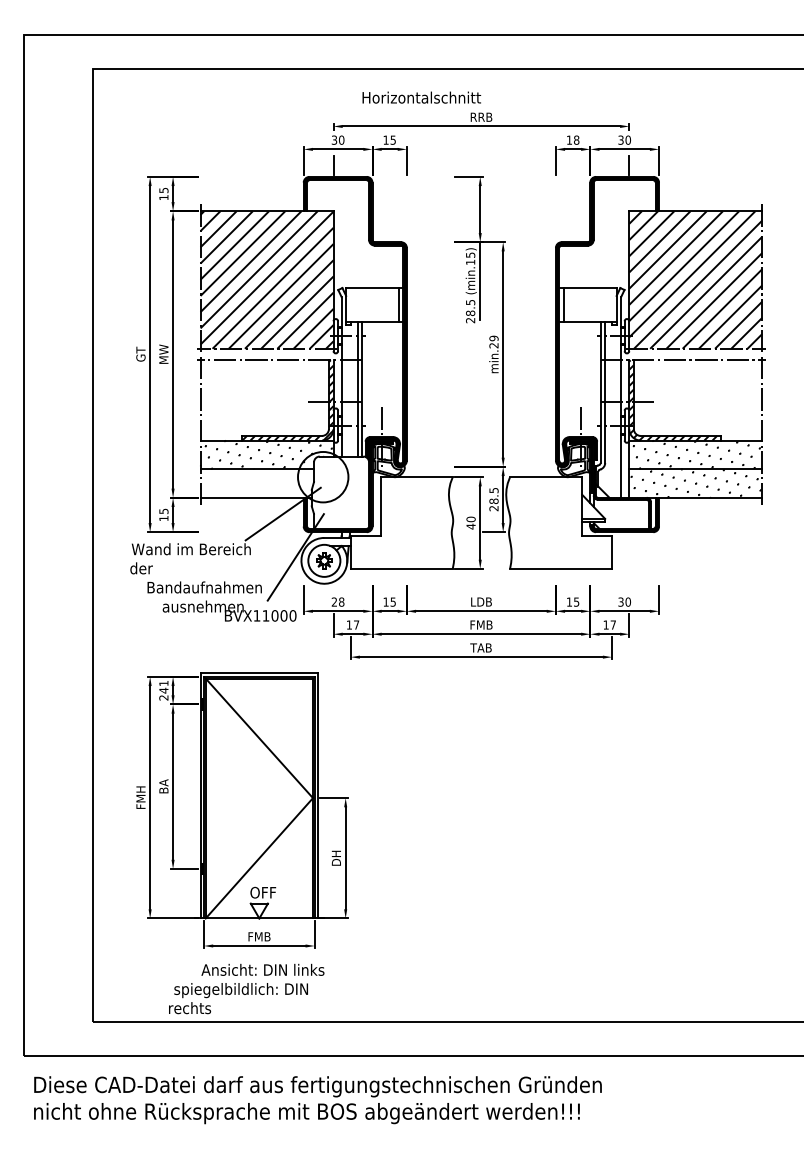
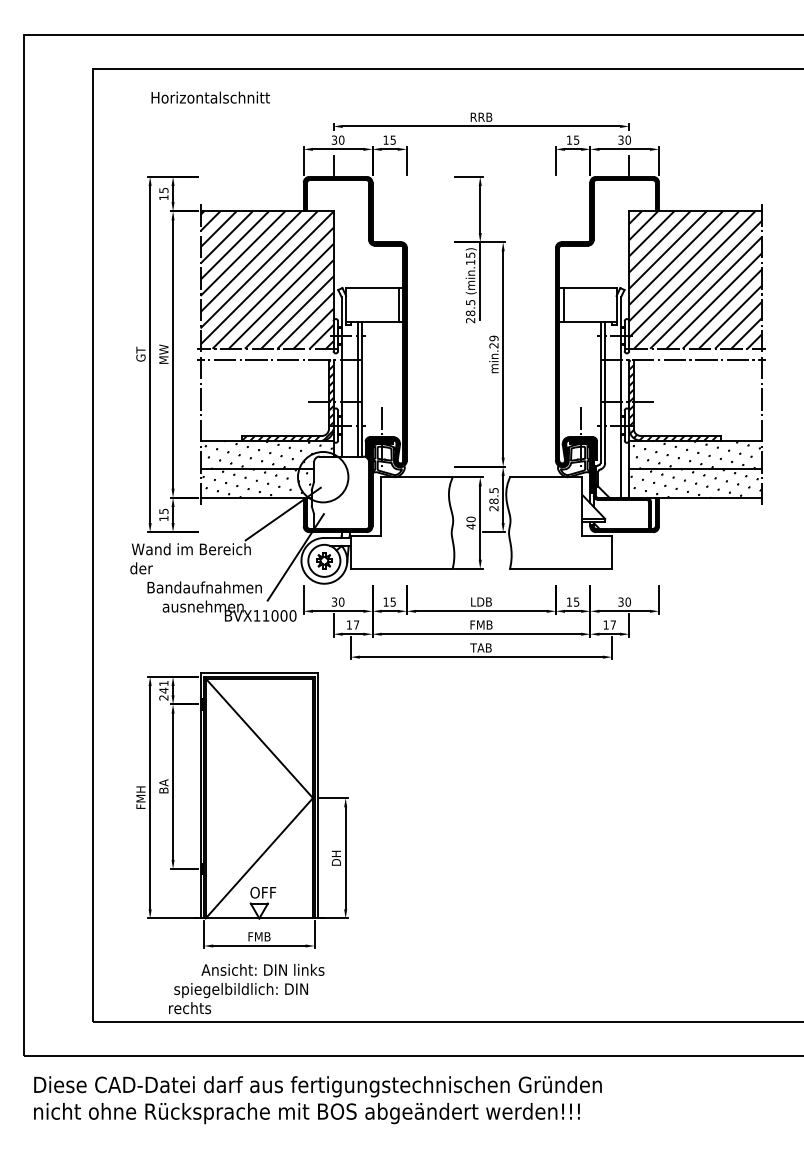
text at (421, 97) position: (421, 97) -> (210, 97)
text at (576, 139): 18 -> 15
hatch at (256, 483): none -> present
text at (337, 601): 28 -> 30
